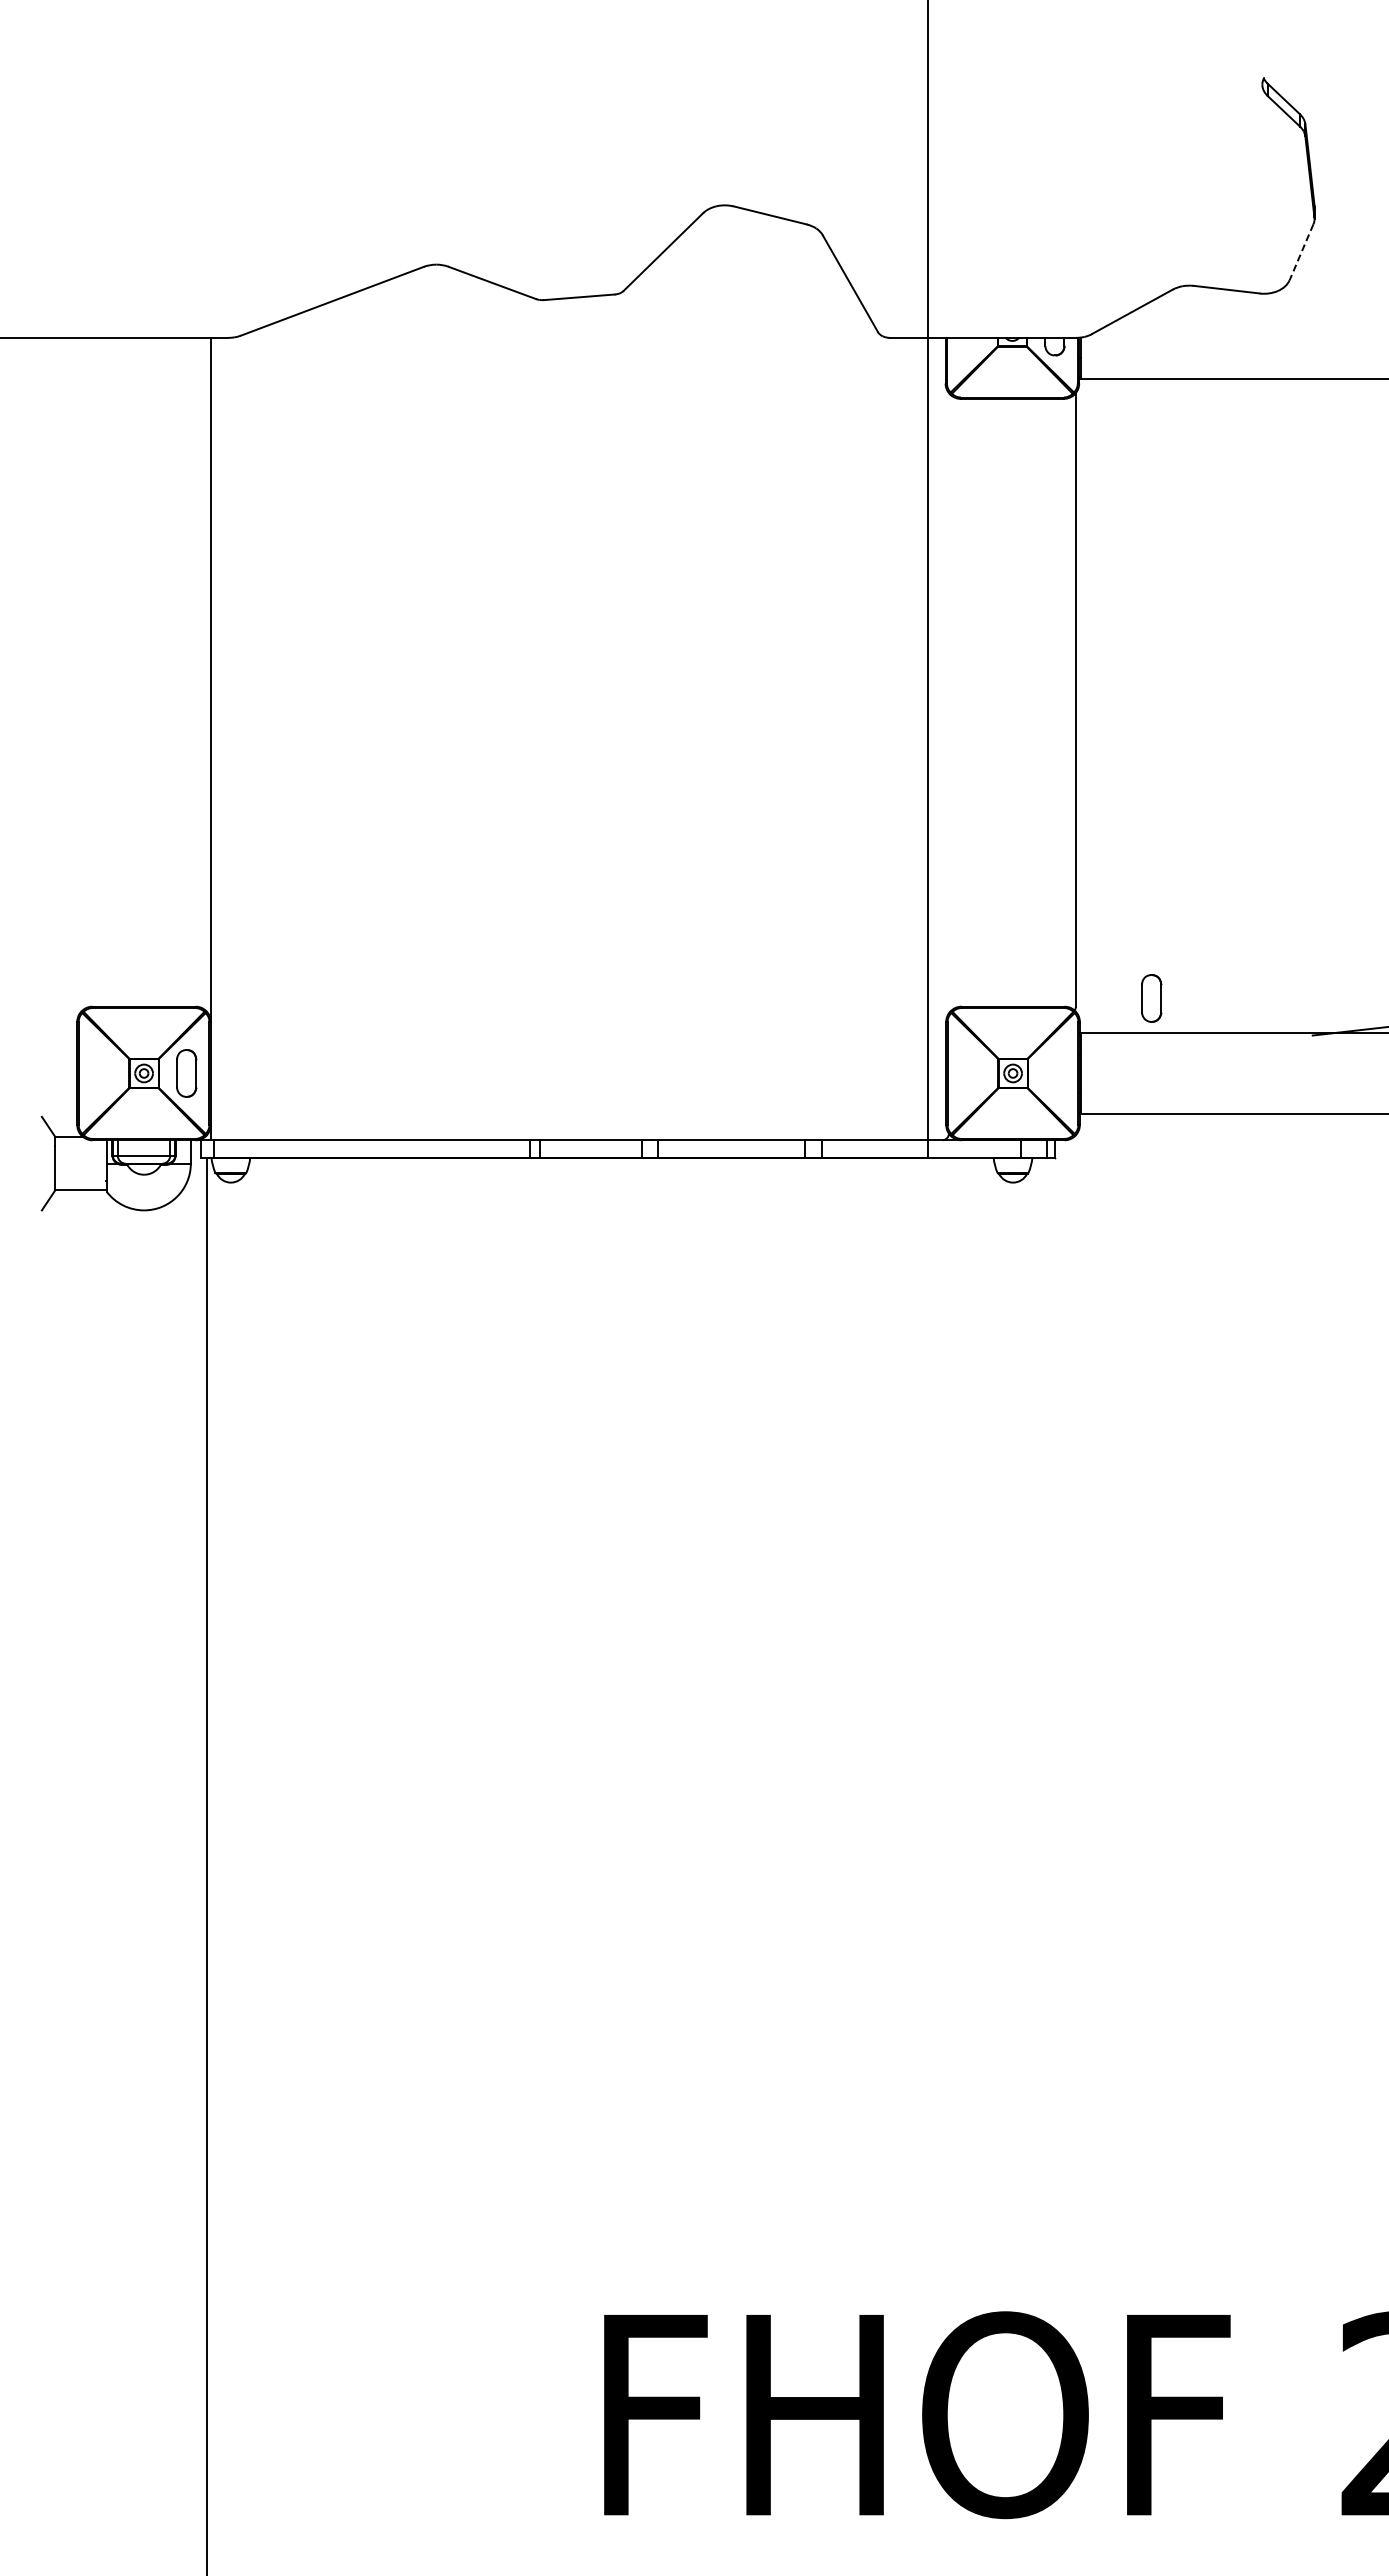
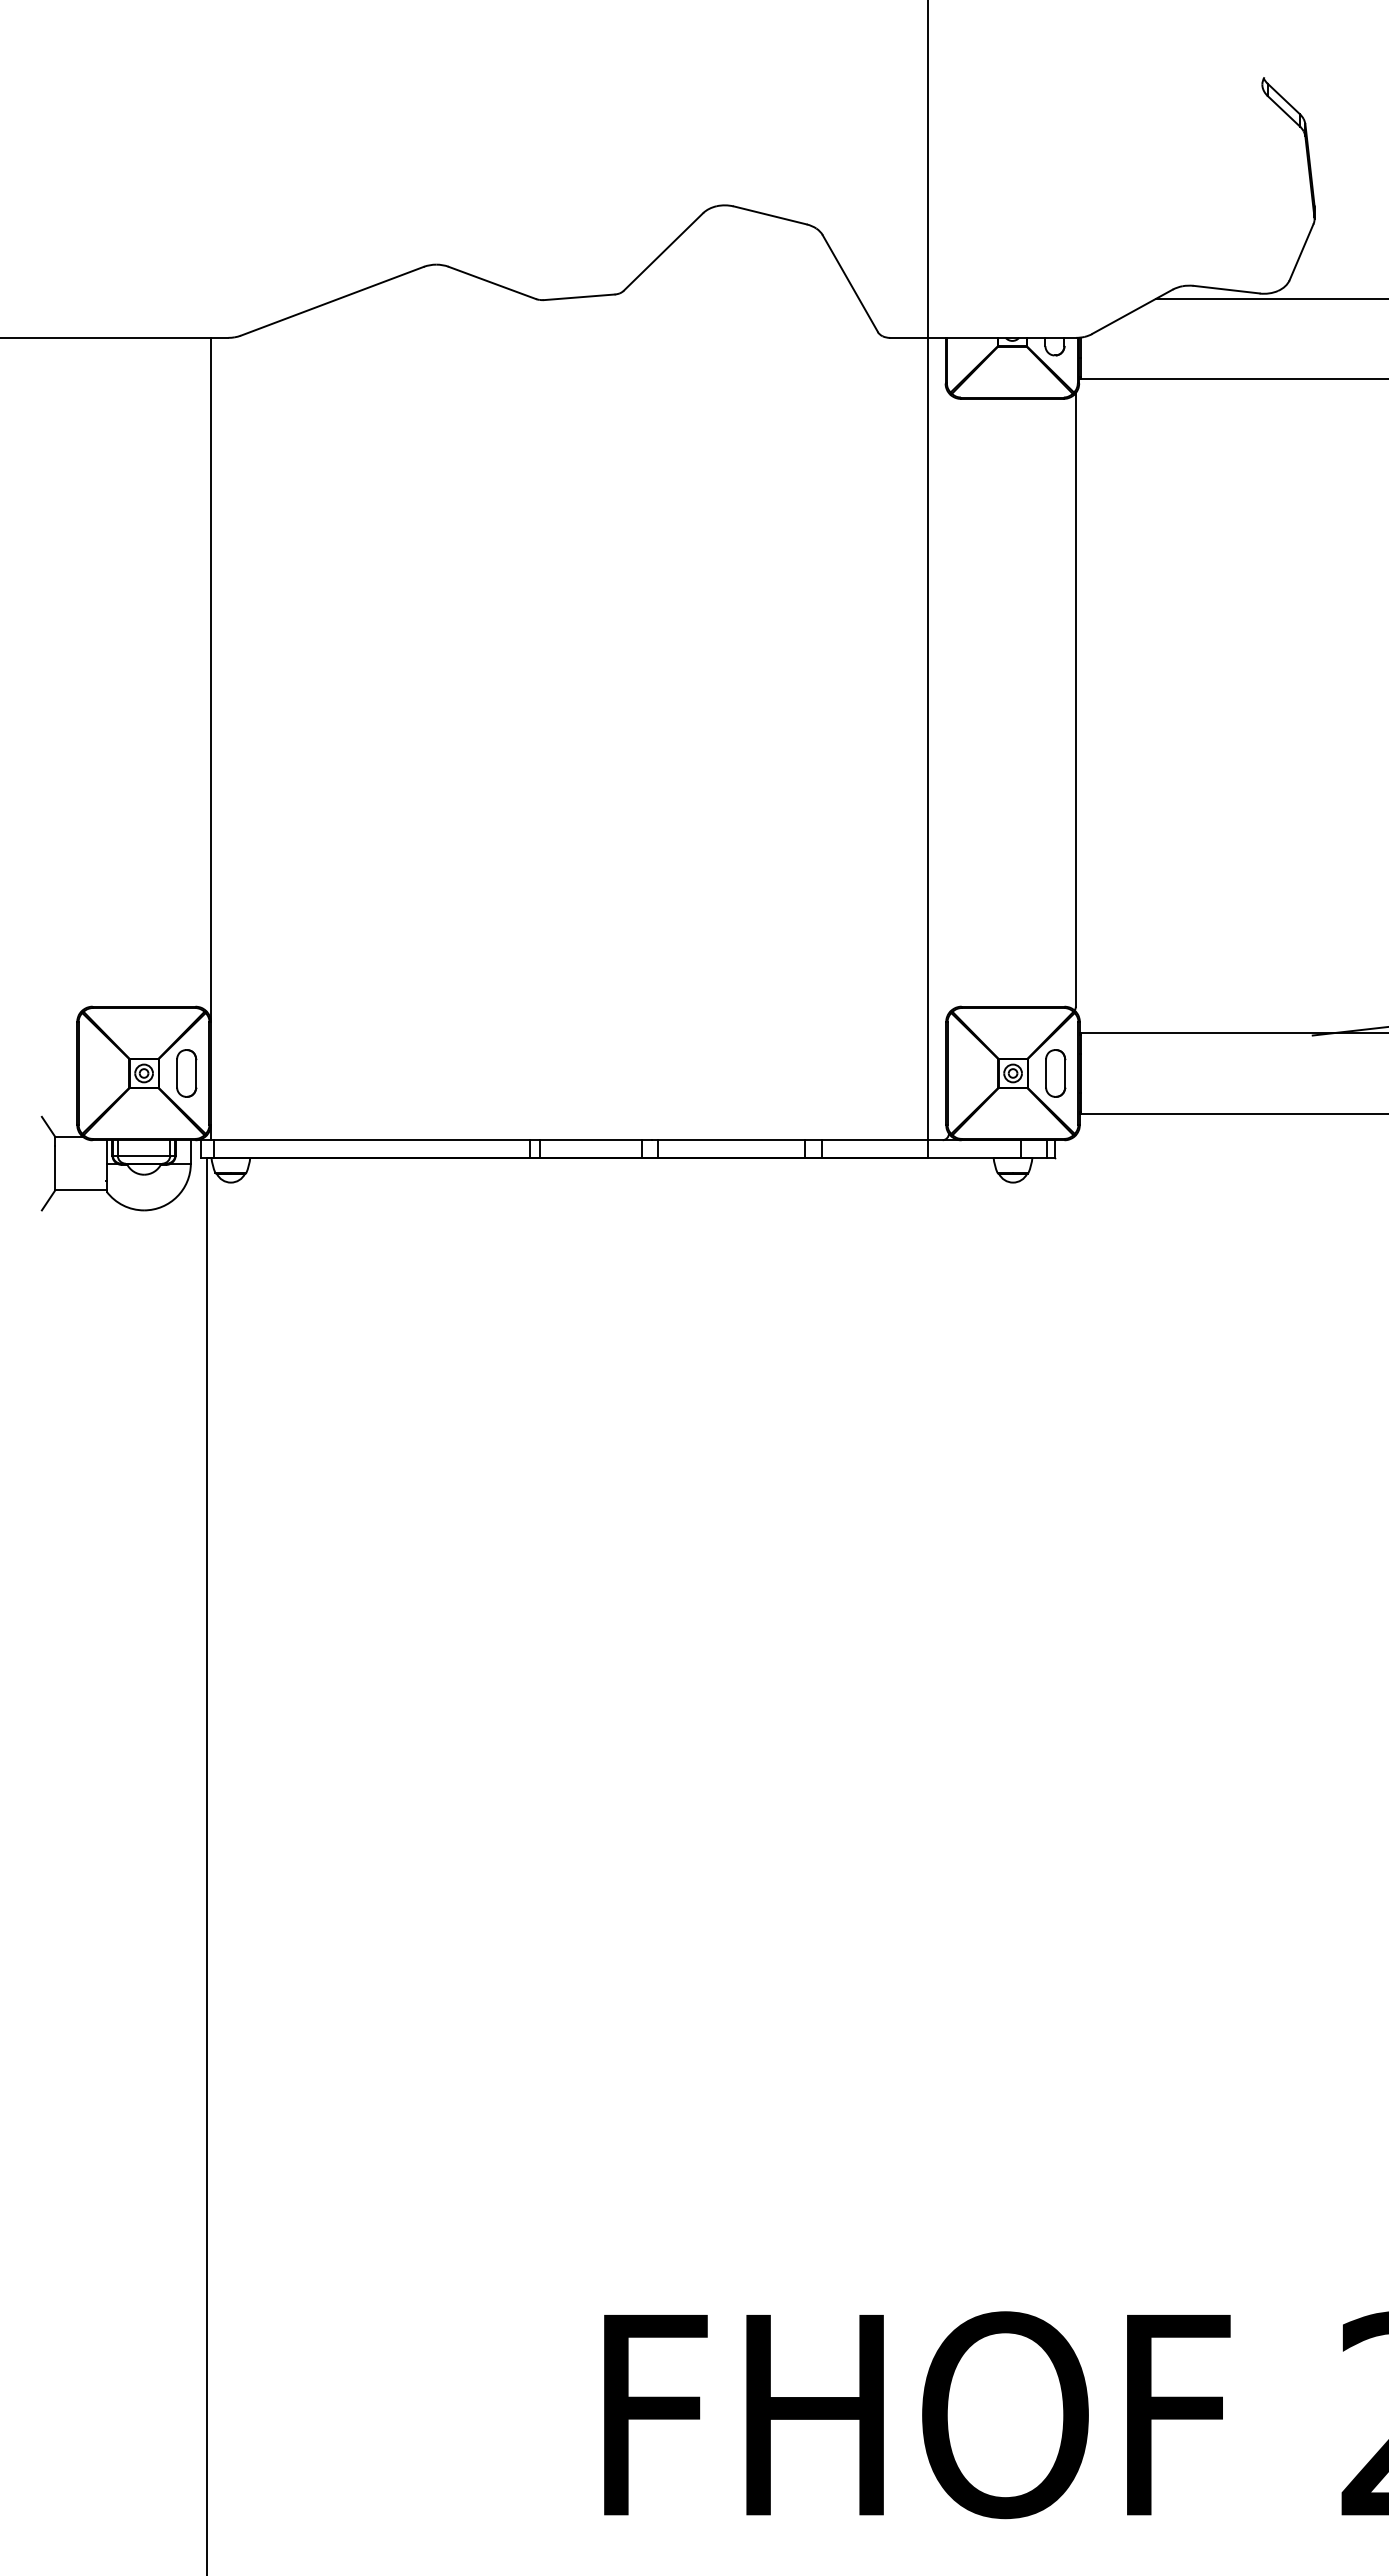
line at (1301, 252): dashed -> solid
line at (1270, 298): none -> present
part at (1151, 998) position: (1151, 998) -> (1055, 1073)
